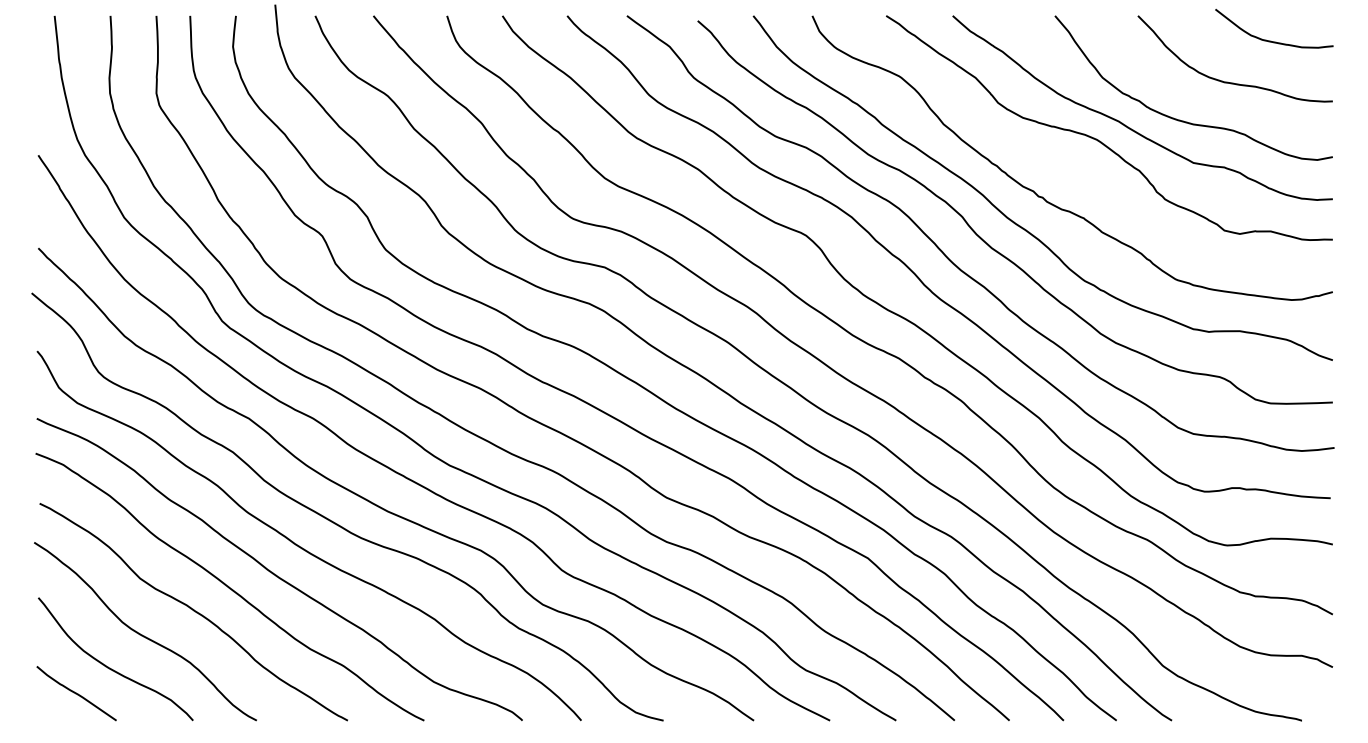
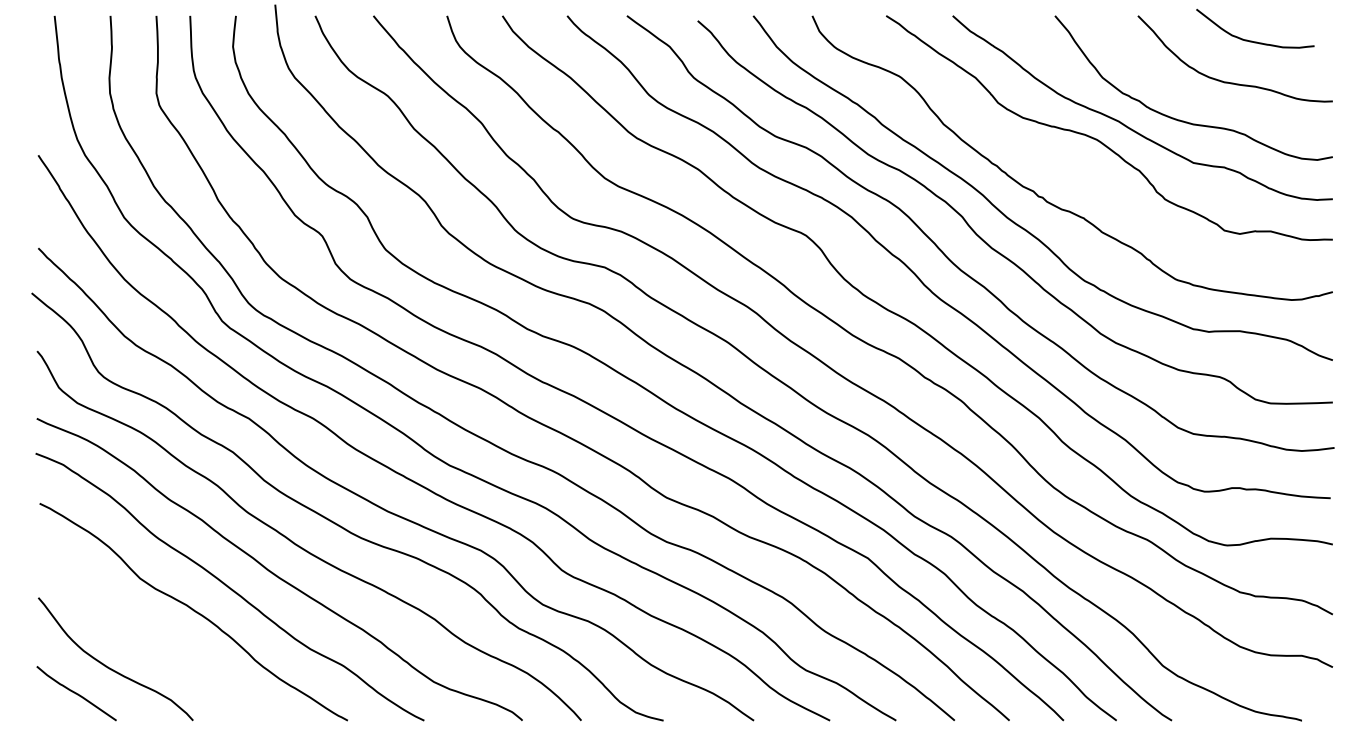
curve at (1271, 40) position: (1271, 40) -> (1252, 40)
curve at (144, 635): present -> none
